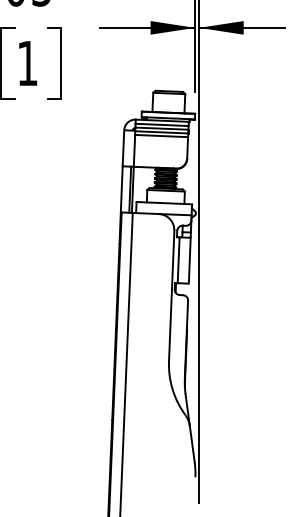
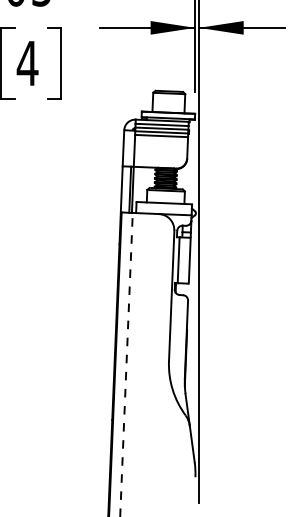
text at (27, 63): 1 -> 4
line at (126, 364): solid -> dashed
